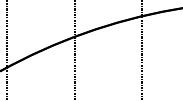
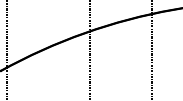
line at (74, 49) position: (74, 49) -> (89, 49)
line at (141, 49) position: (141, 49) -> (151, 49)
